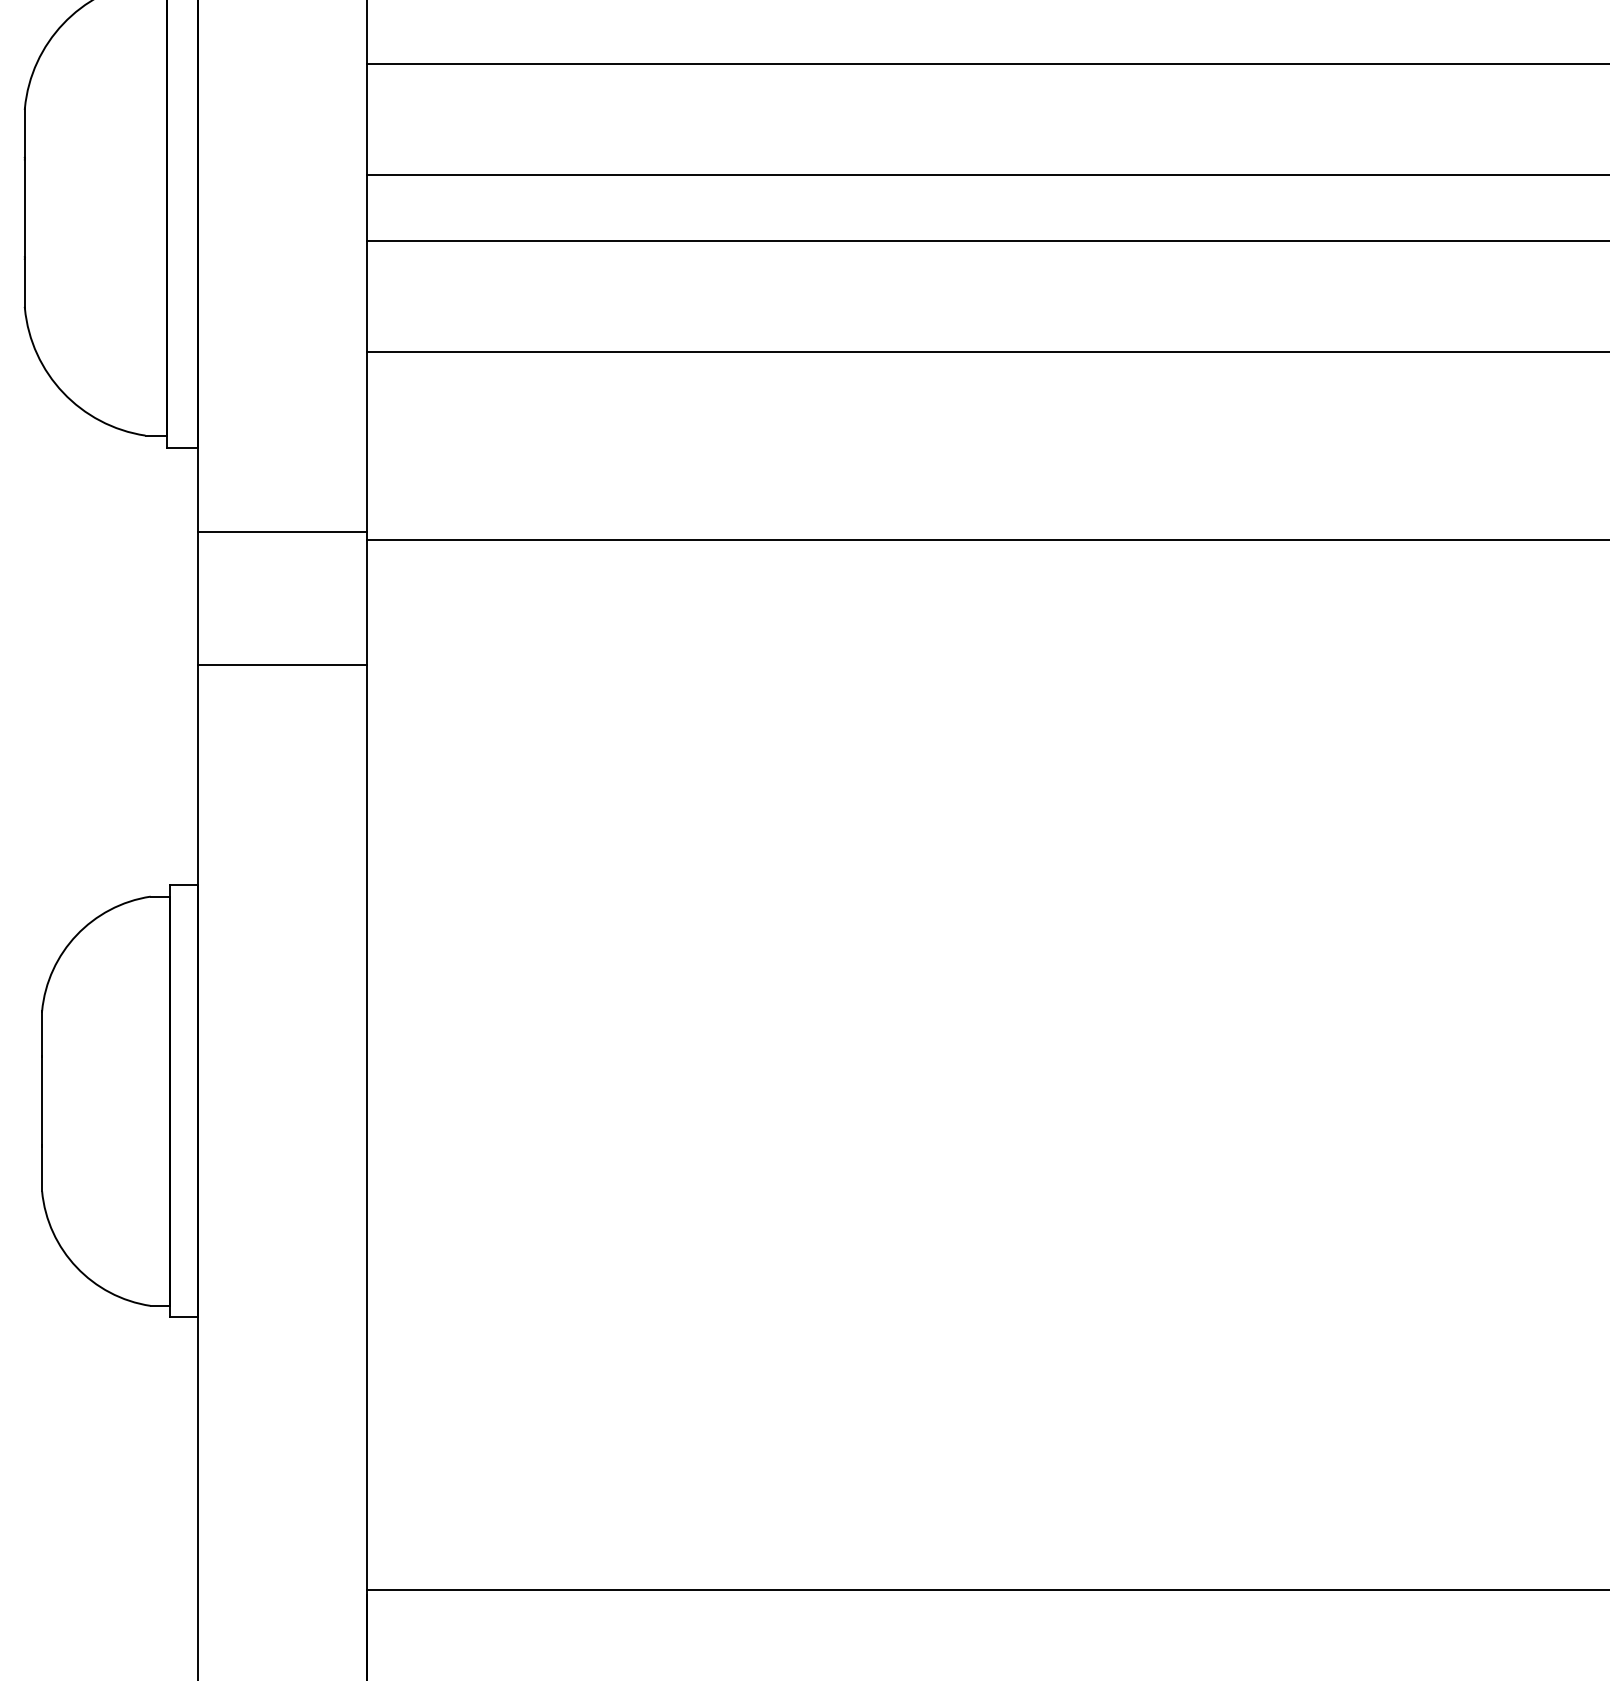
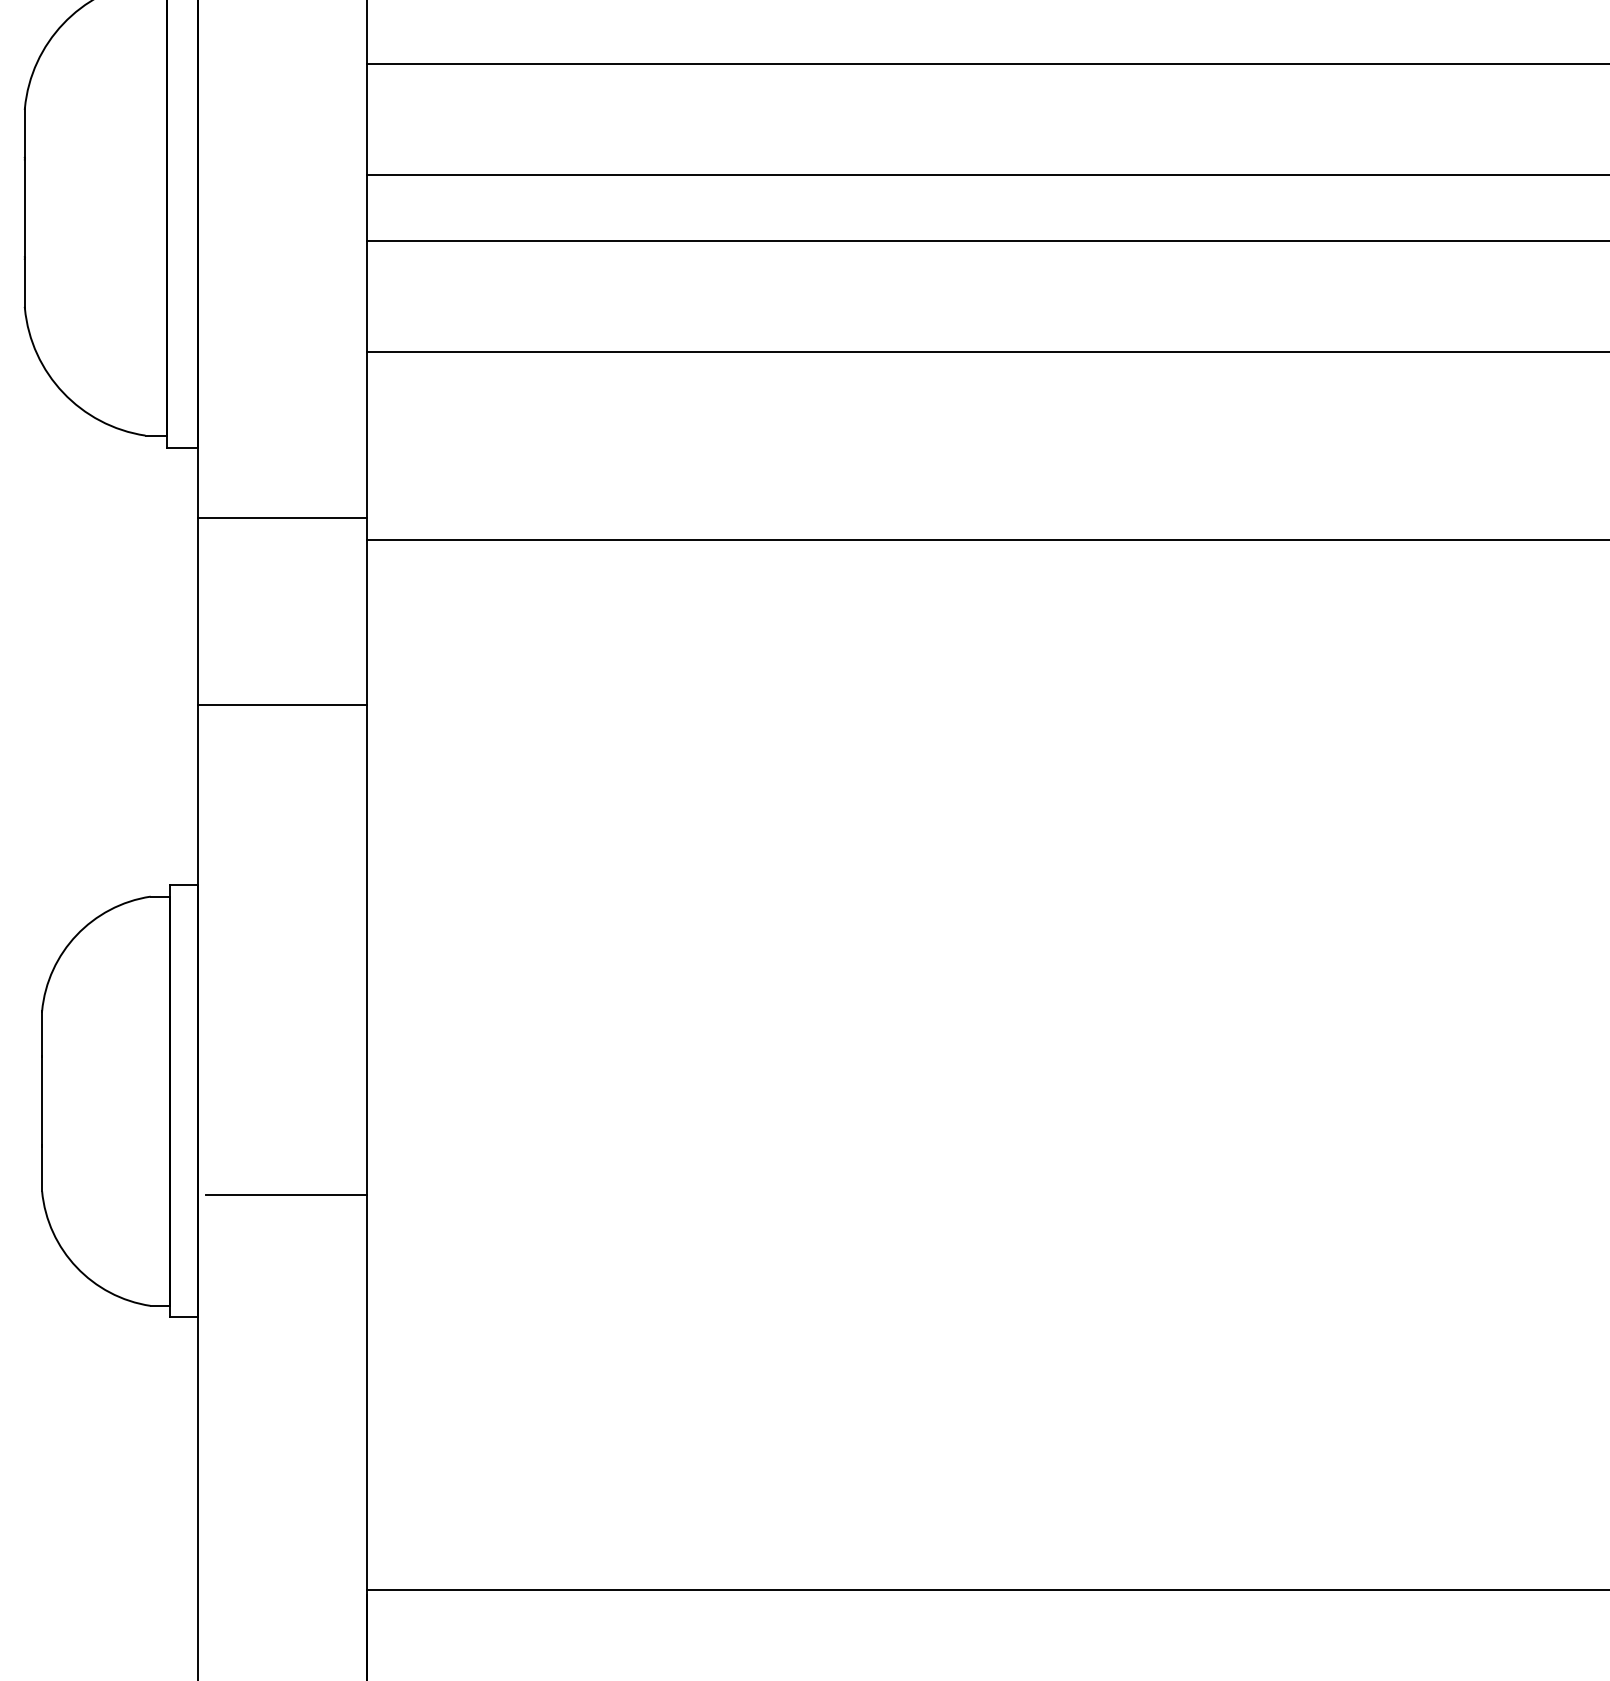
line at (281, 531) position: (281, 531) -> (281, 517)
line at (281, 665) position: (281, 665) -> (281, 705)
line at (286, 1195): none -> present
